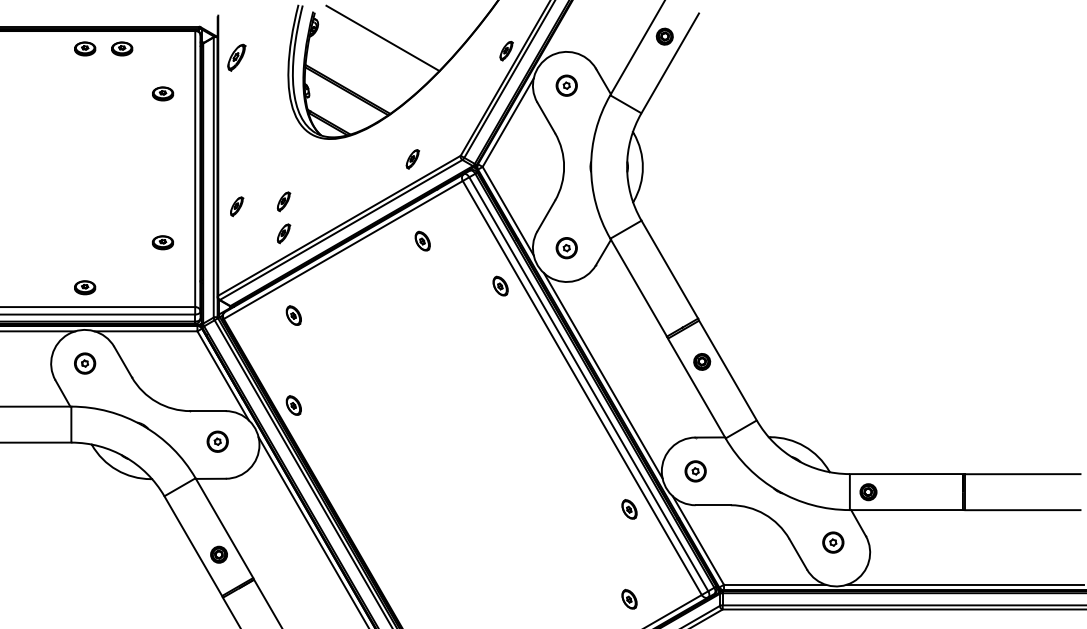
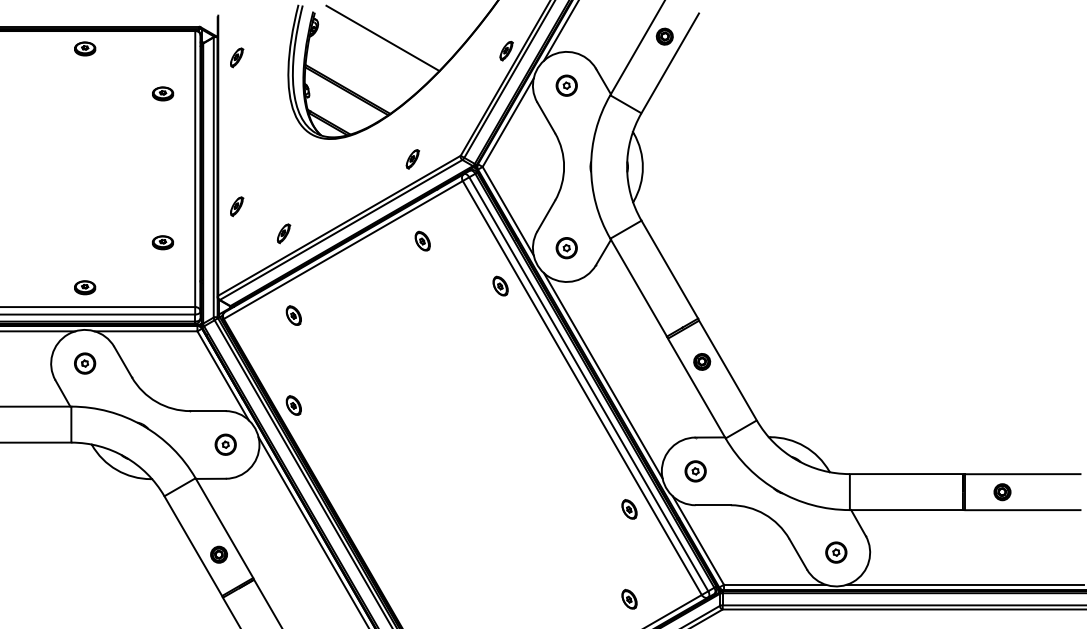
line at (560, 31): none -> present
part at (122, 48): present -> none
part at (236, 57) size: 20x29 px -> 15x22 px
part at (283, 201): present -> none
part at (217, 441) position: (217, 441) -> (225, 444)
part at (868, 492) position: (868, 492) -> (1002, 492)
part at (833, 542) position: (833, 542) -> (836, 552)
